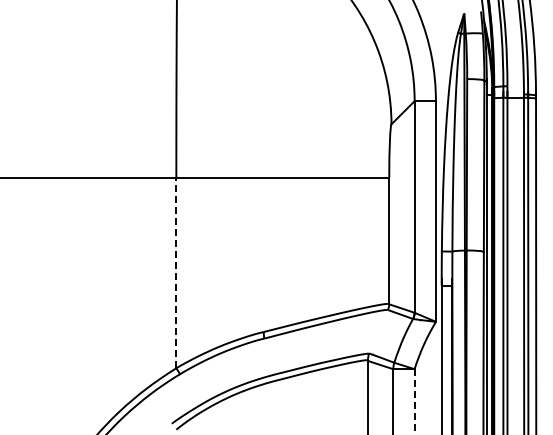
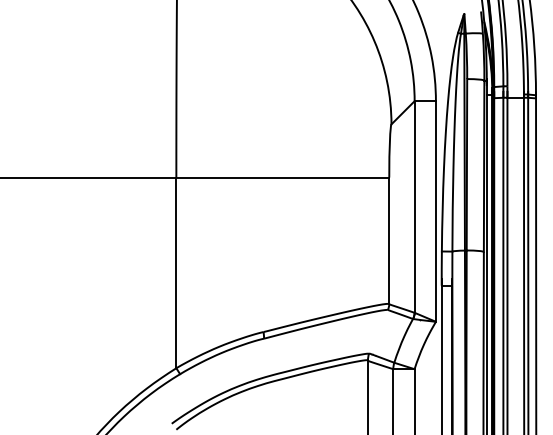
line at (176, 272): dashed -> solid
line at (414, 402): dashed -> solid
